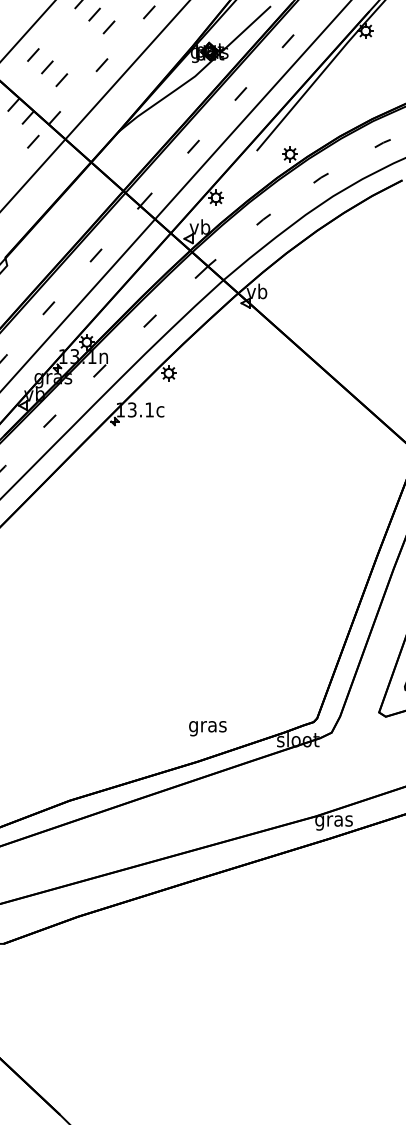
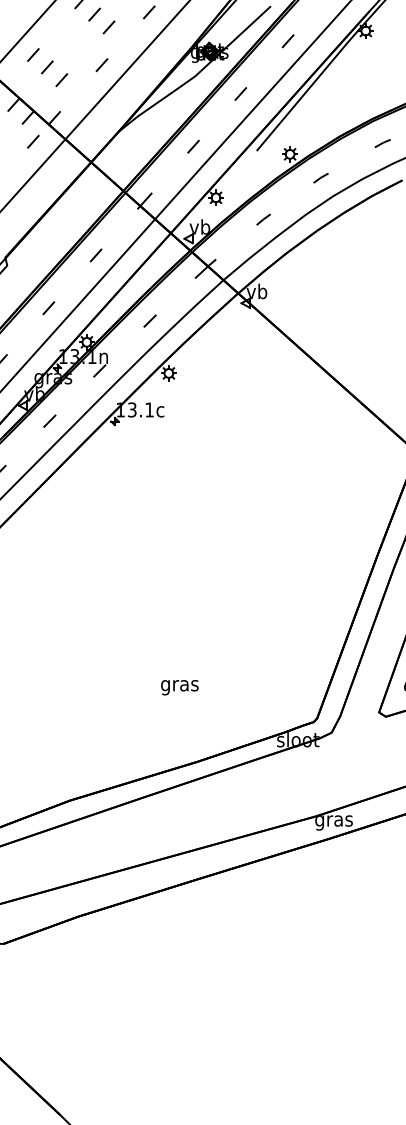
text at (207, 728) position: (207, 728) -> (179, 687)
